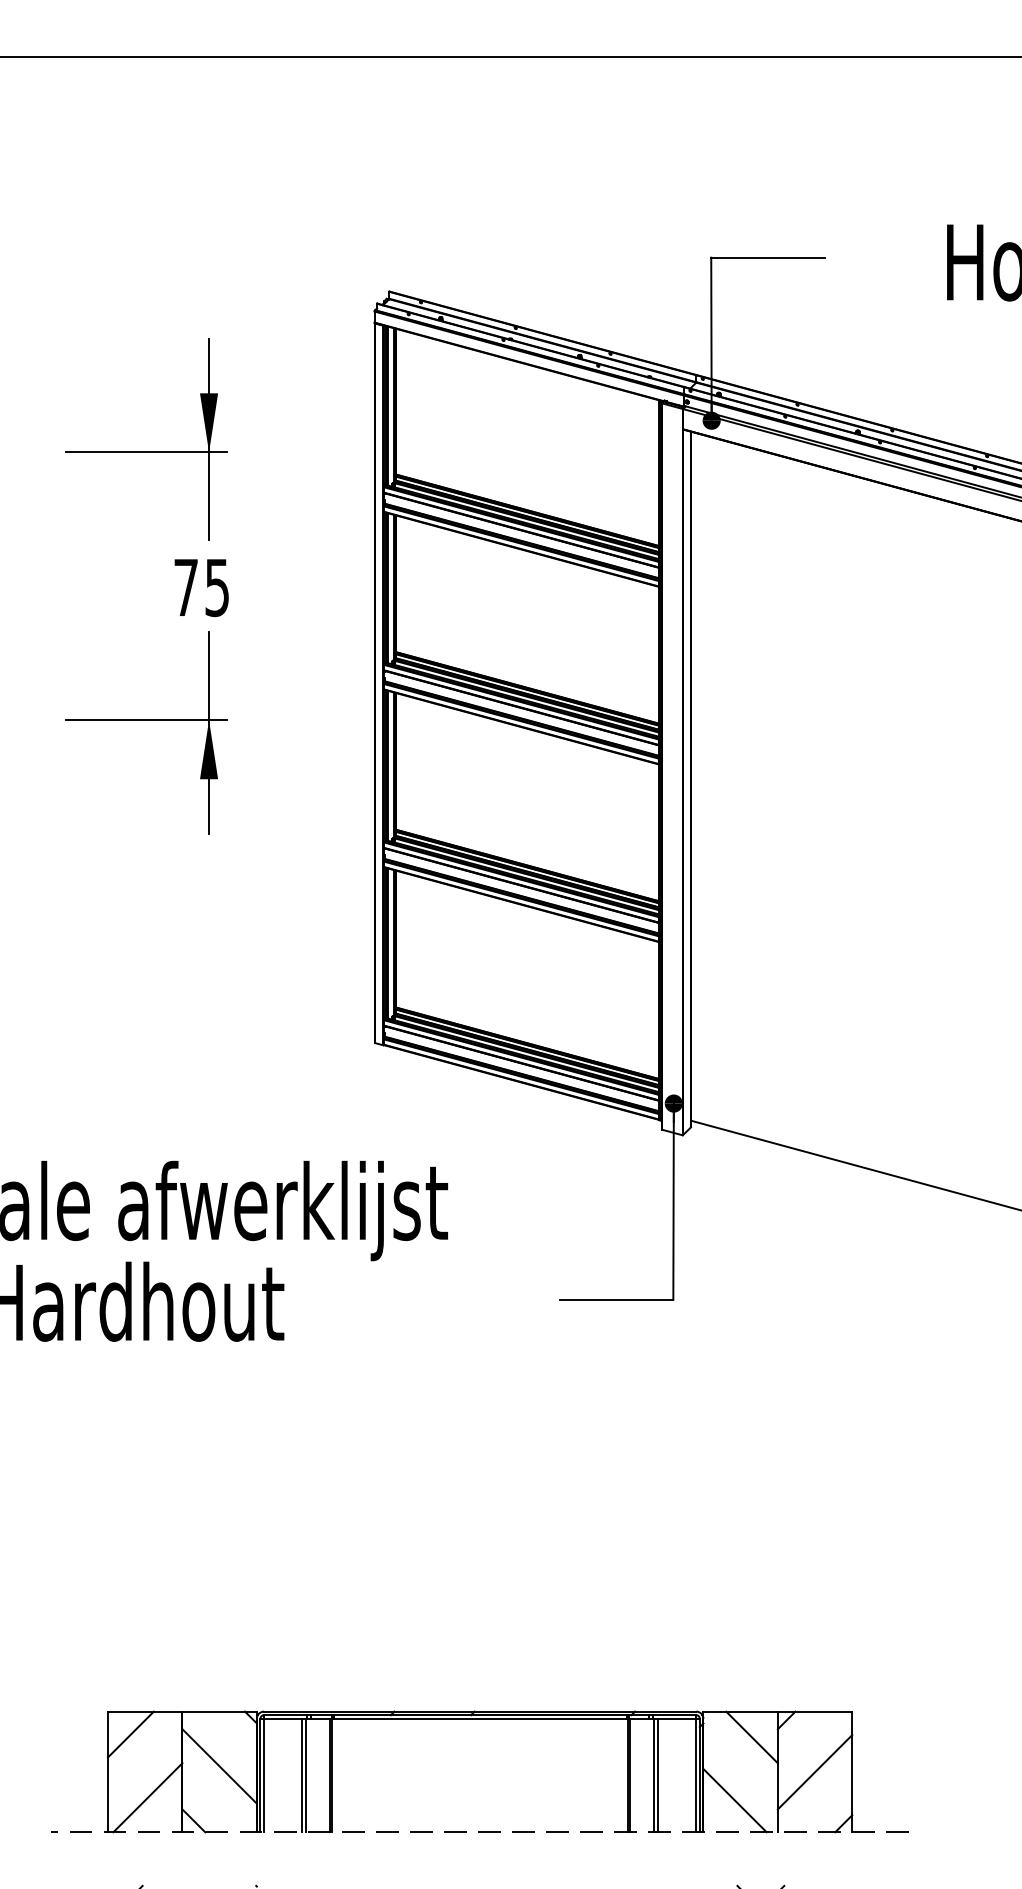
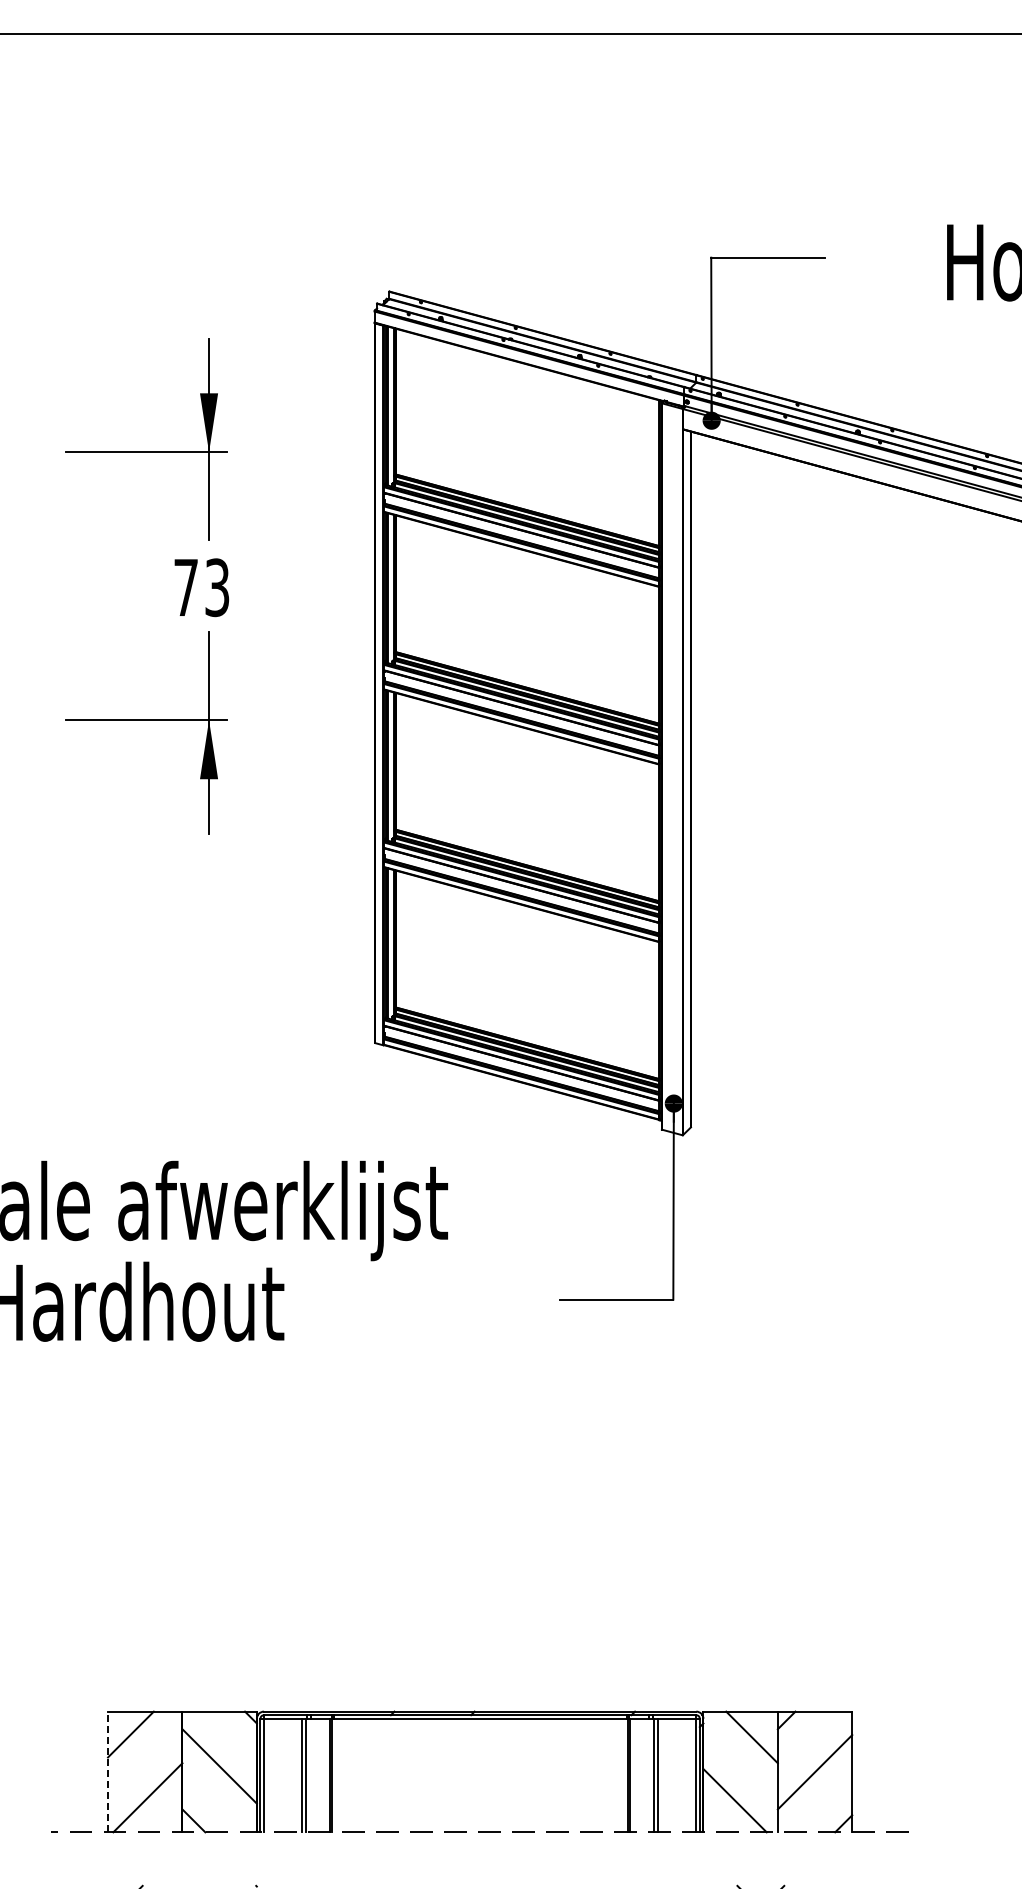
line at (510, 56) position: (510, 56) -> (510, 33)
text at (217, 587): 75 -> 73
line at (854, 1164): present -> none
line at (108, 1771): solid -> dashed
